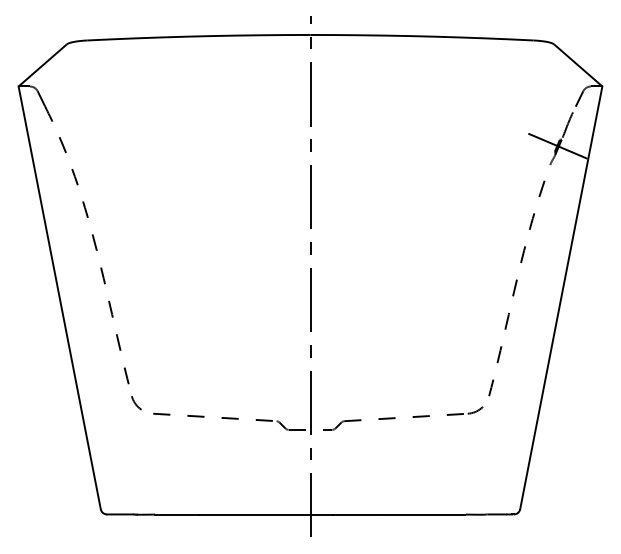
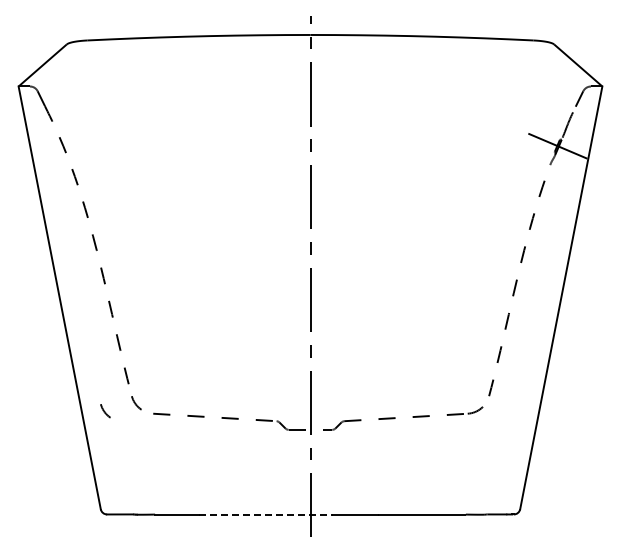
line at (105, 411): none -> present
line at (265, 514): solid -> dashed
